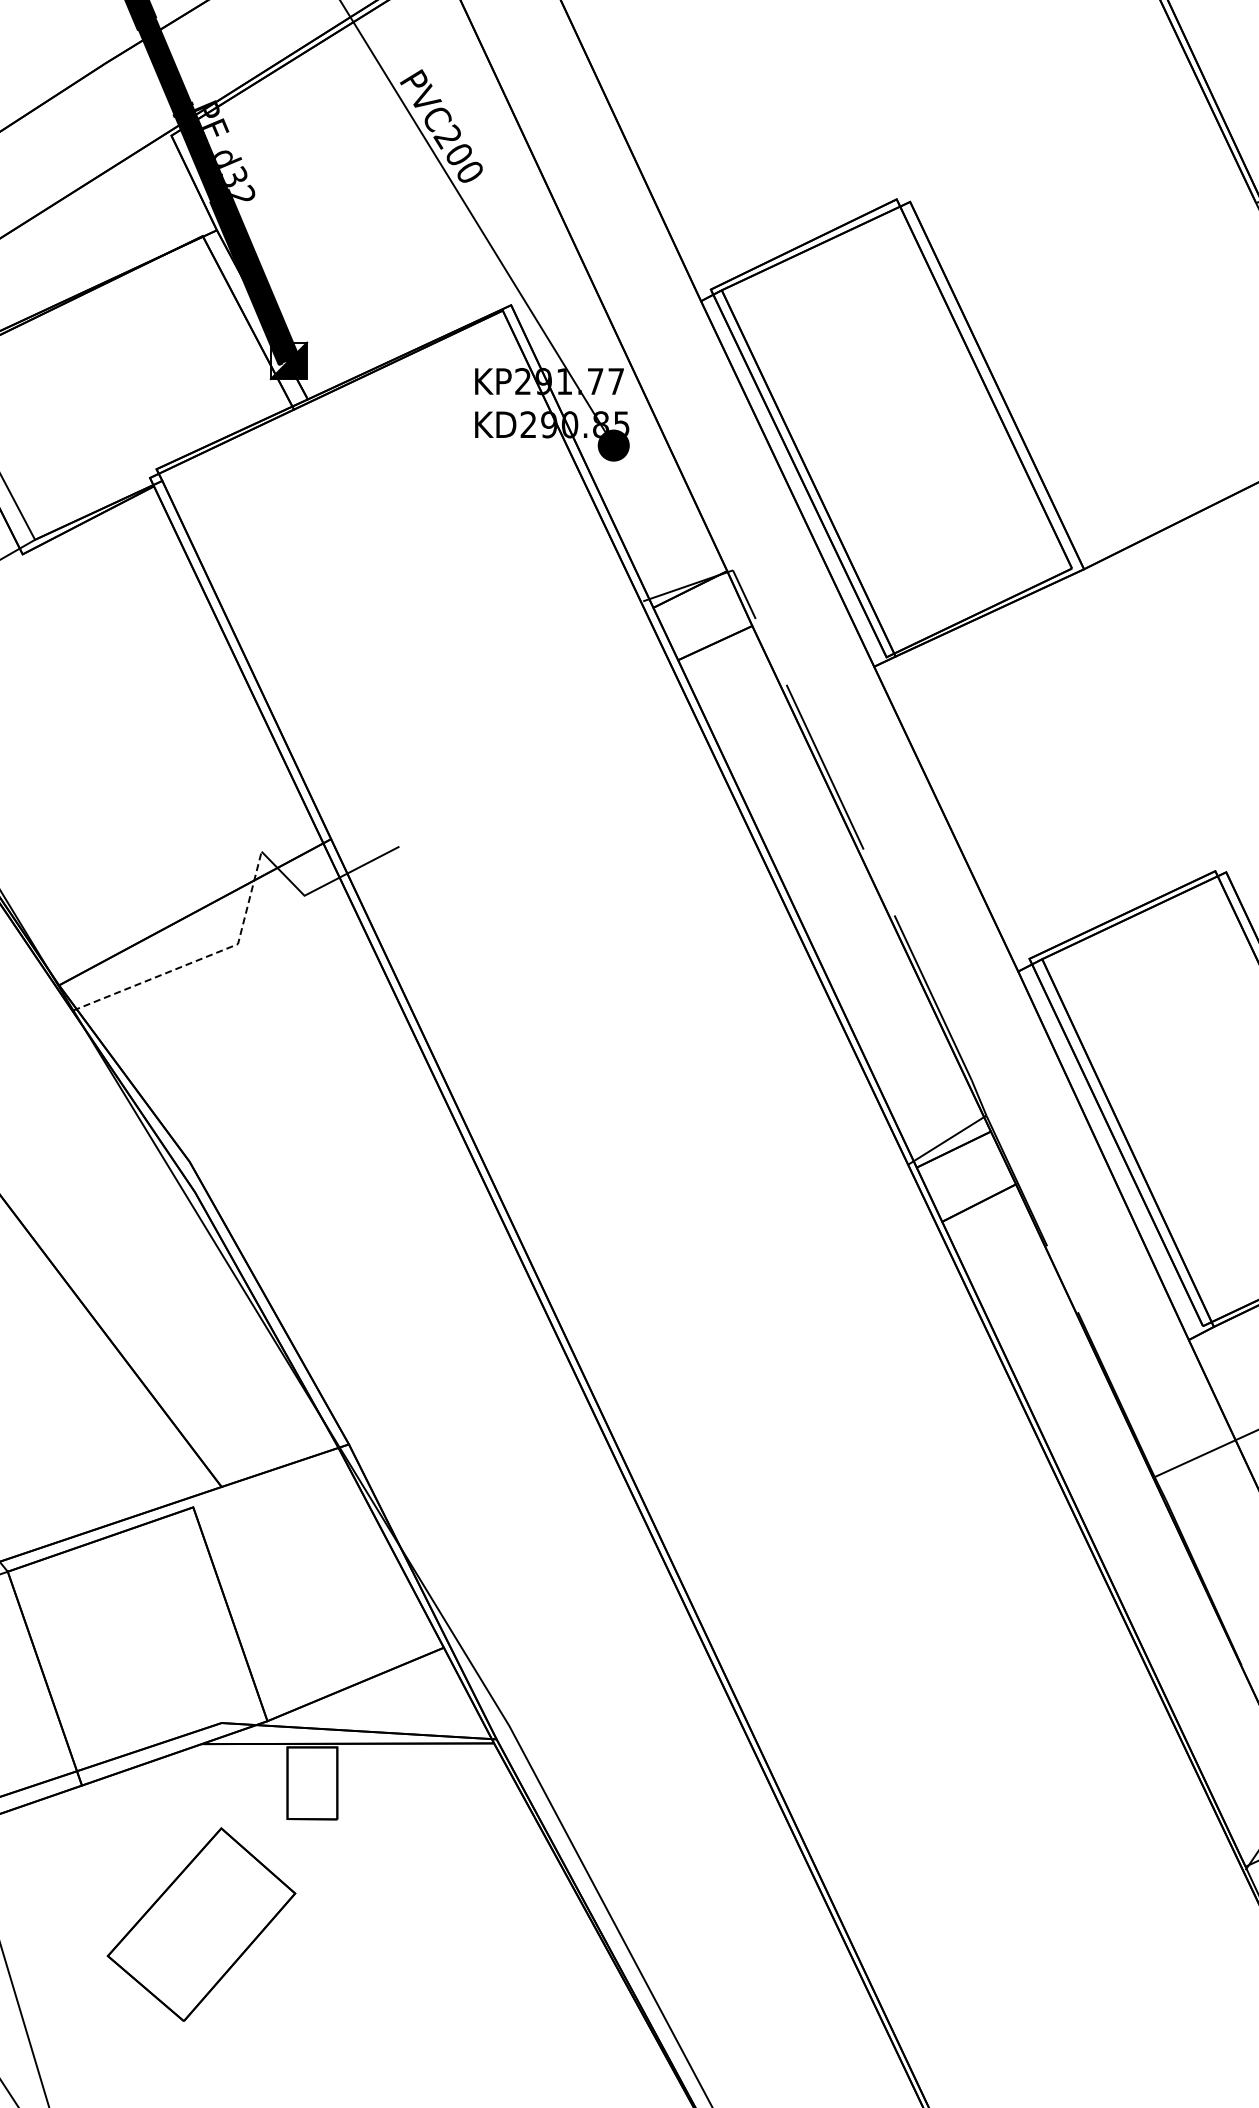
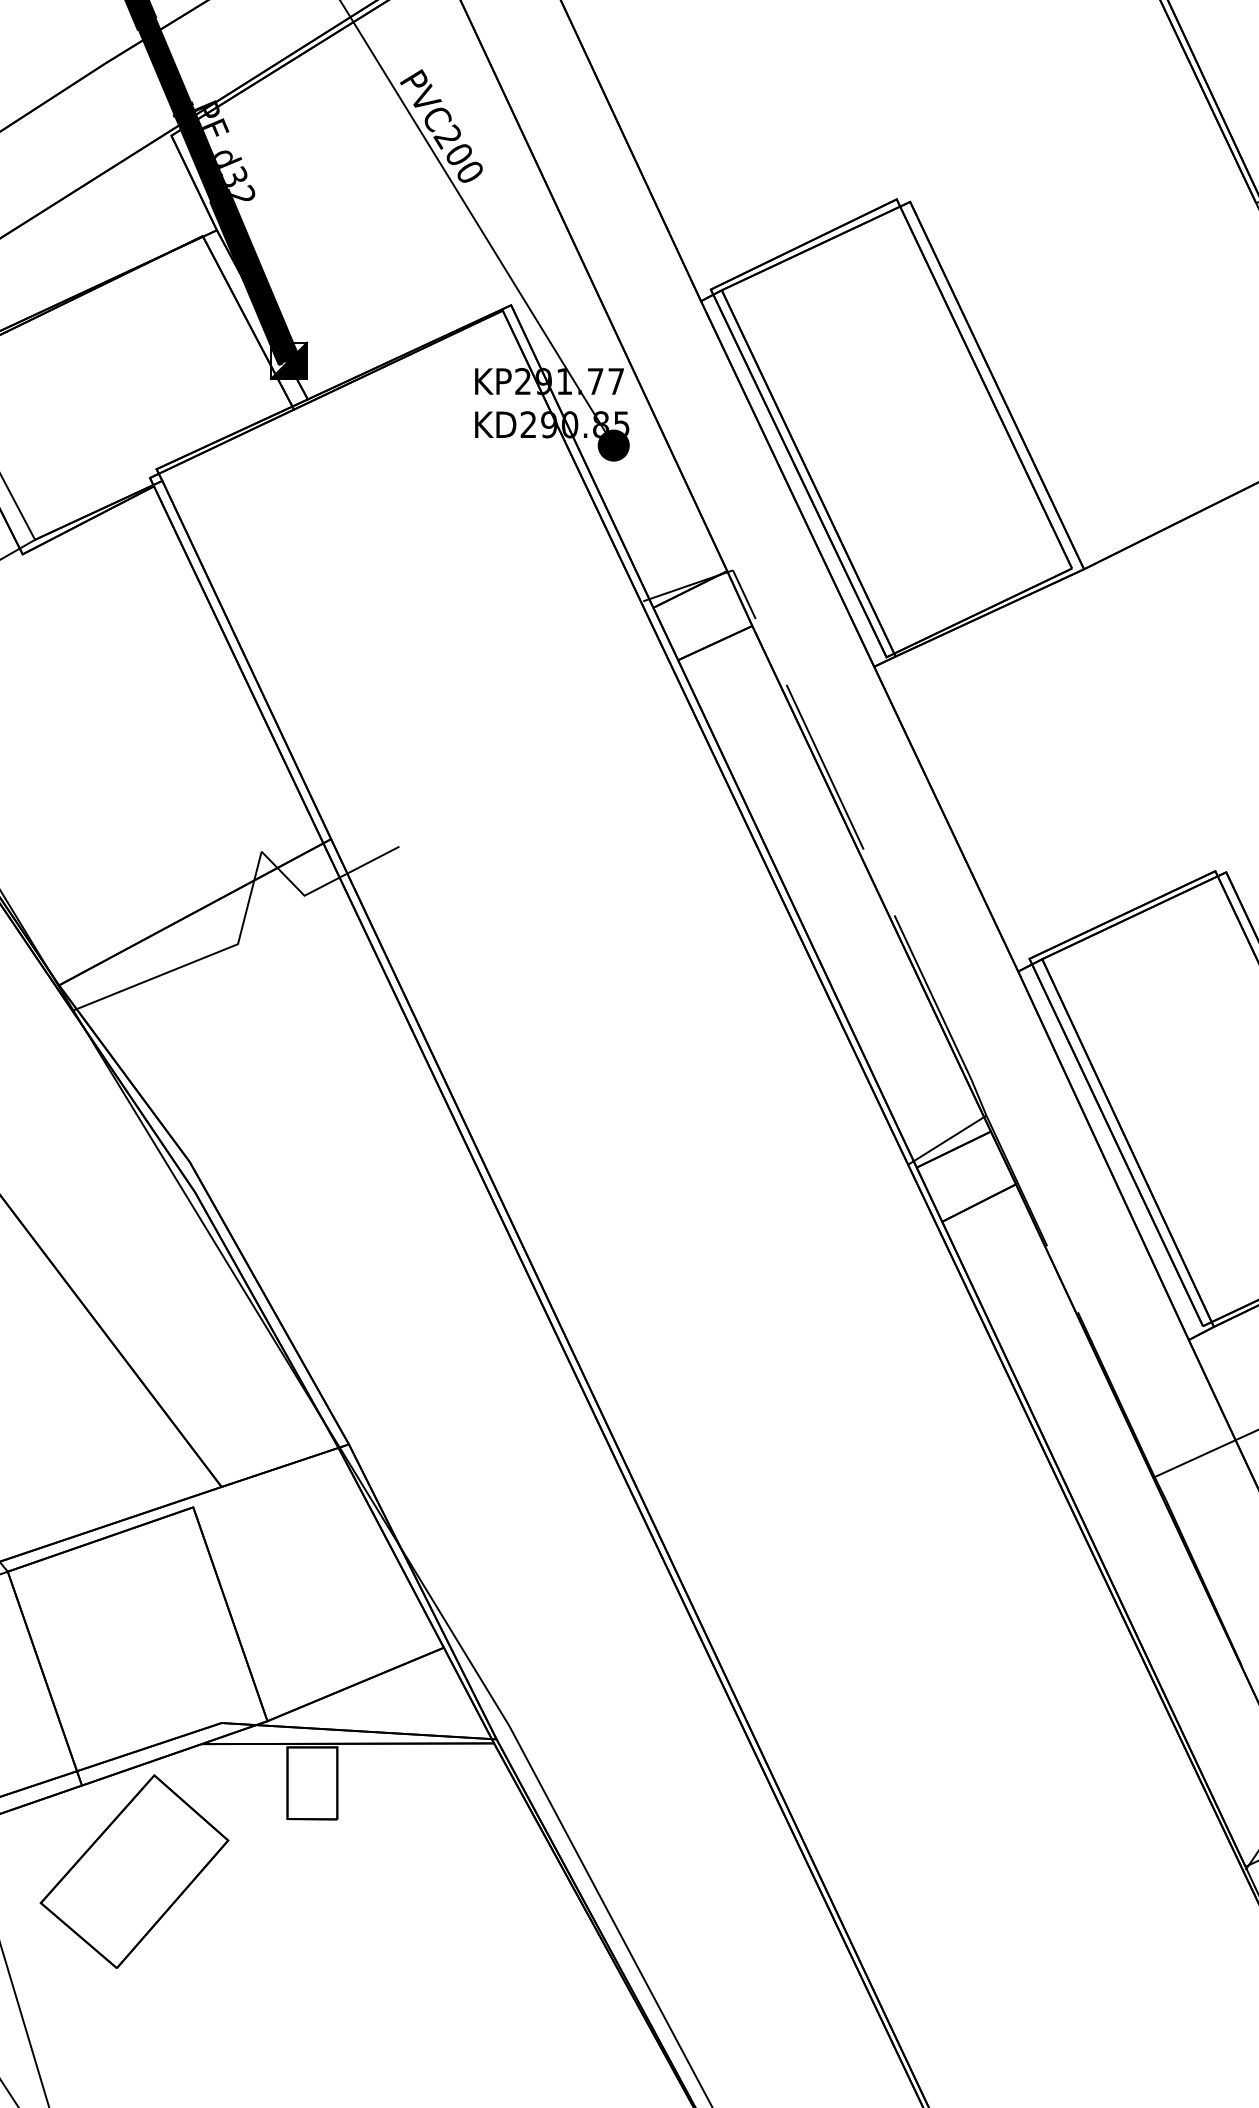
line at (201, 959): dashed -> solid
part at (201, 1924) position: (201, 1924) -> (134, 1871)
